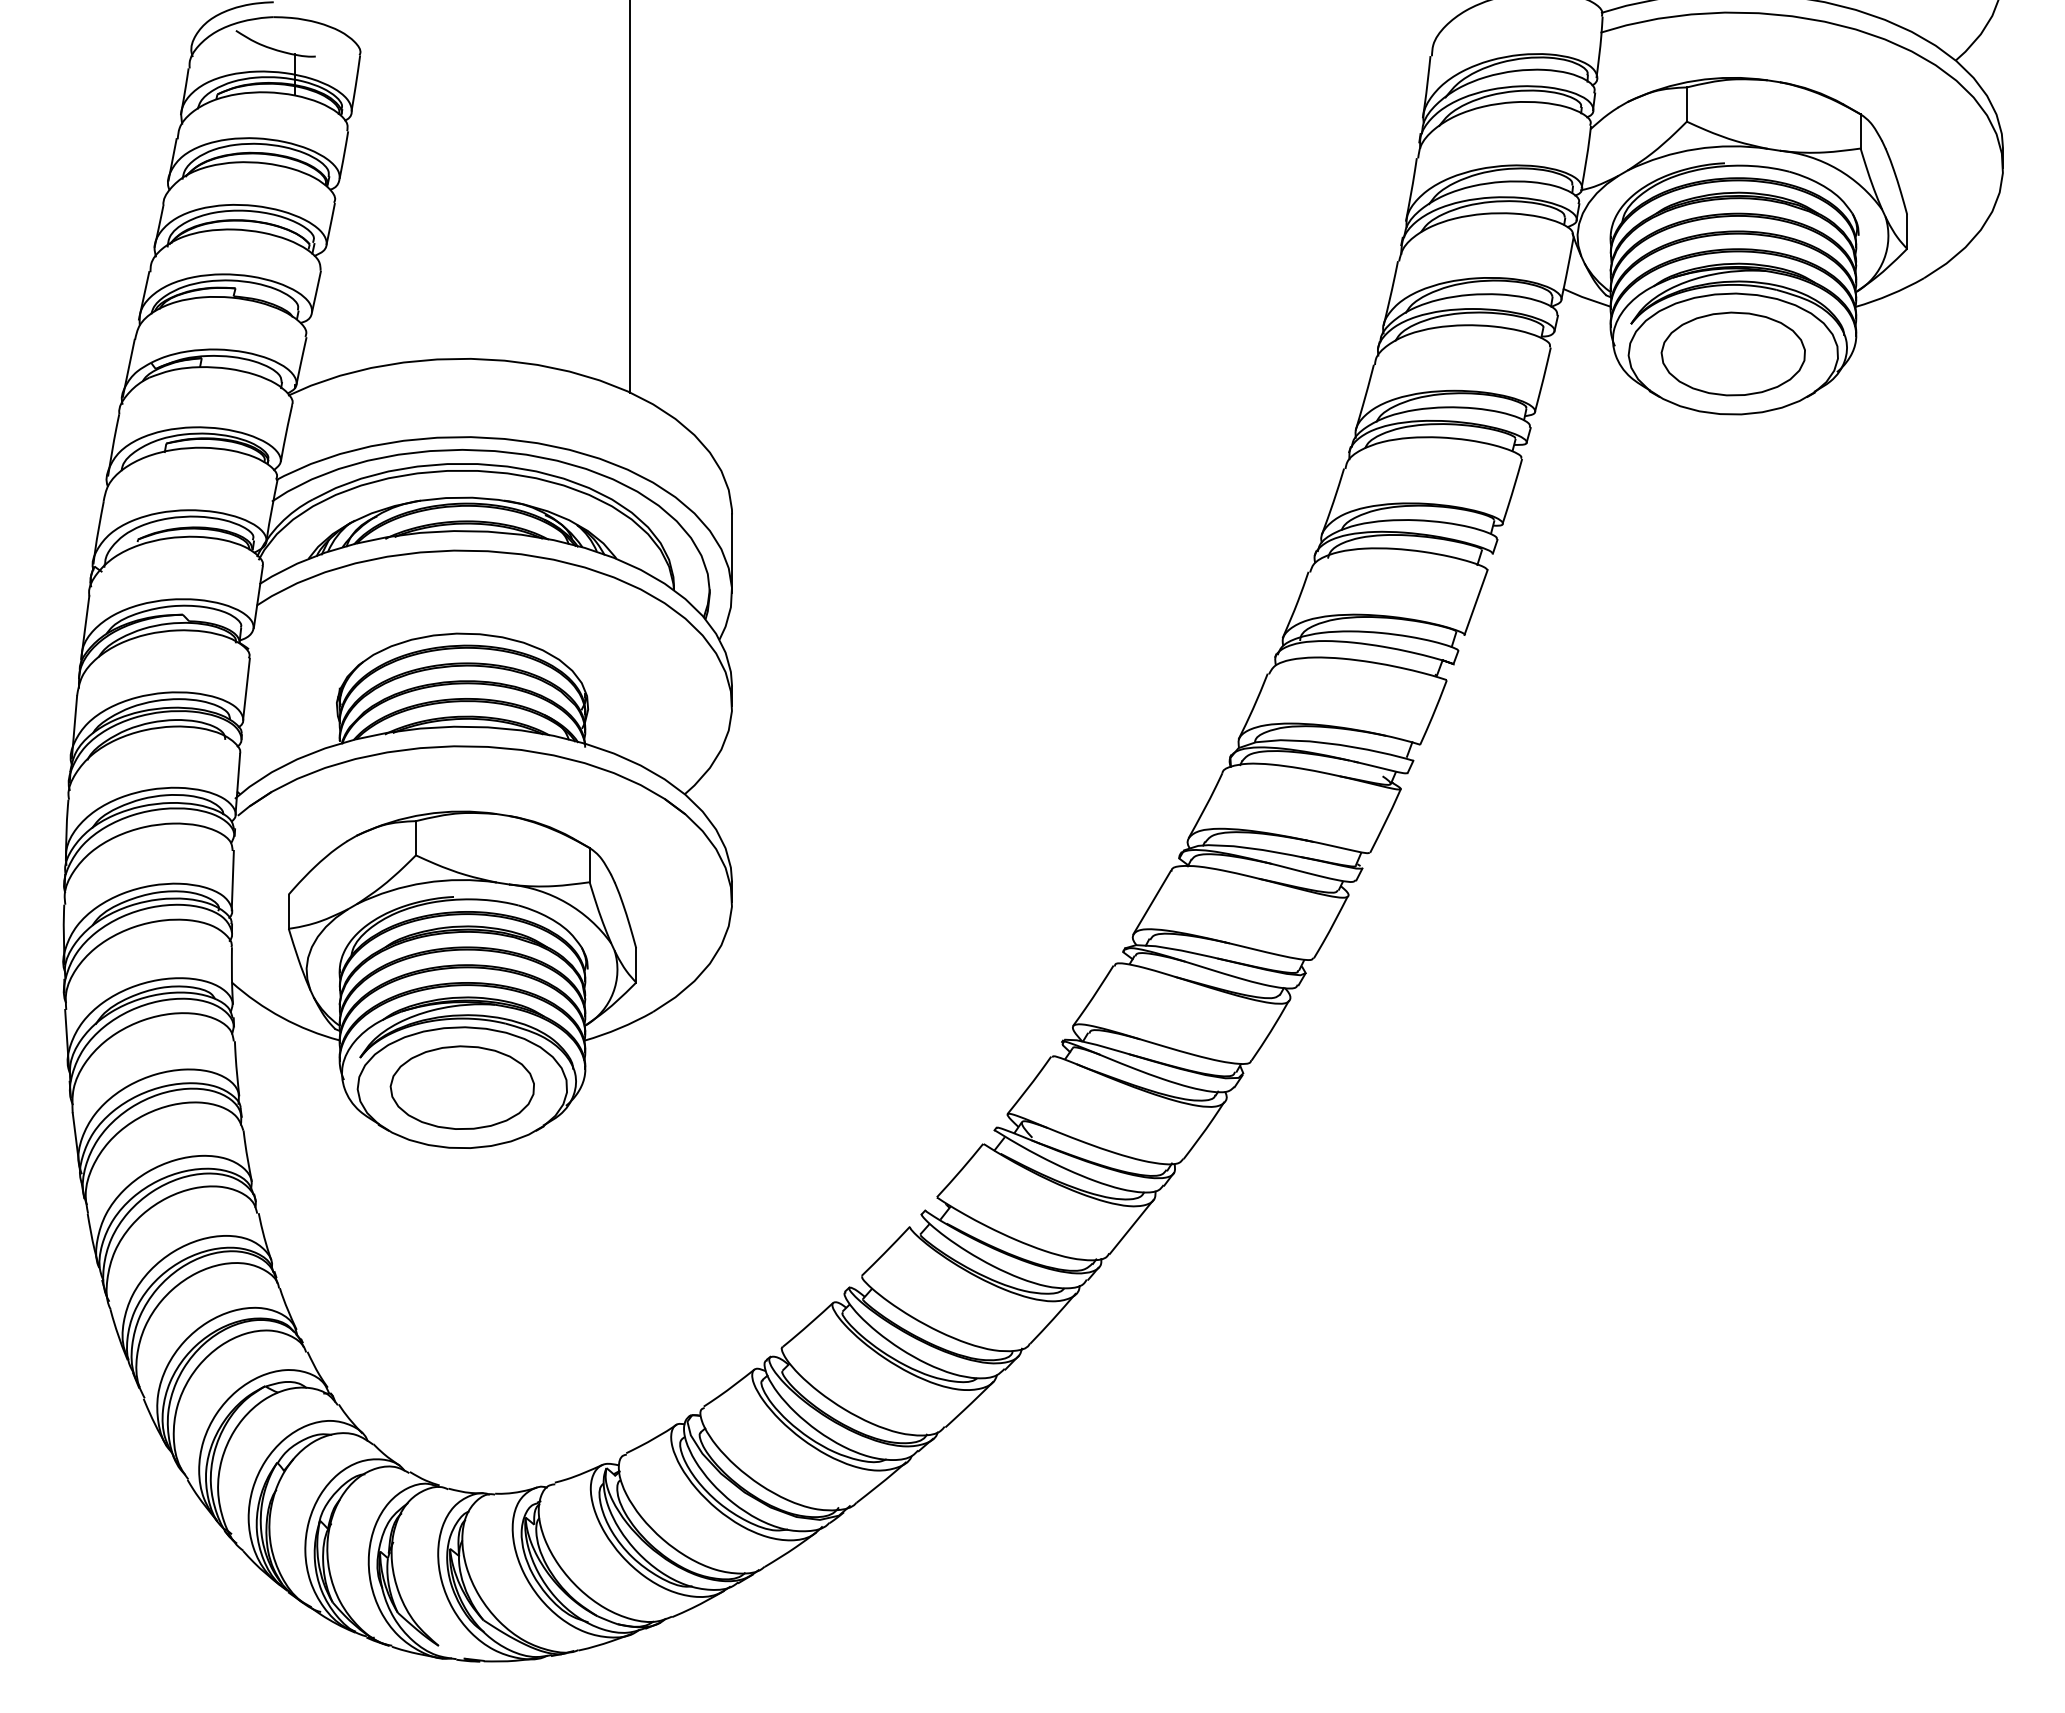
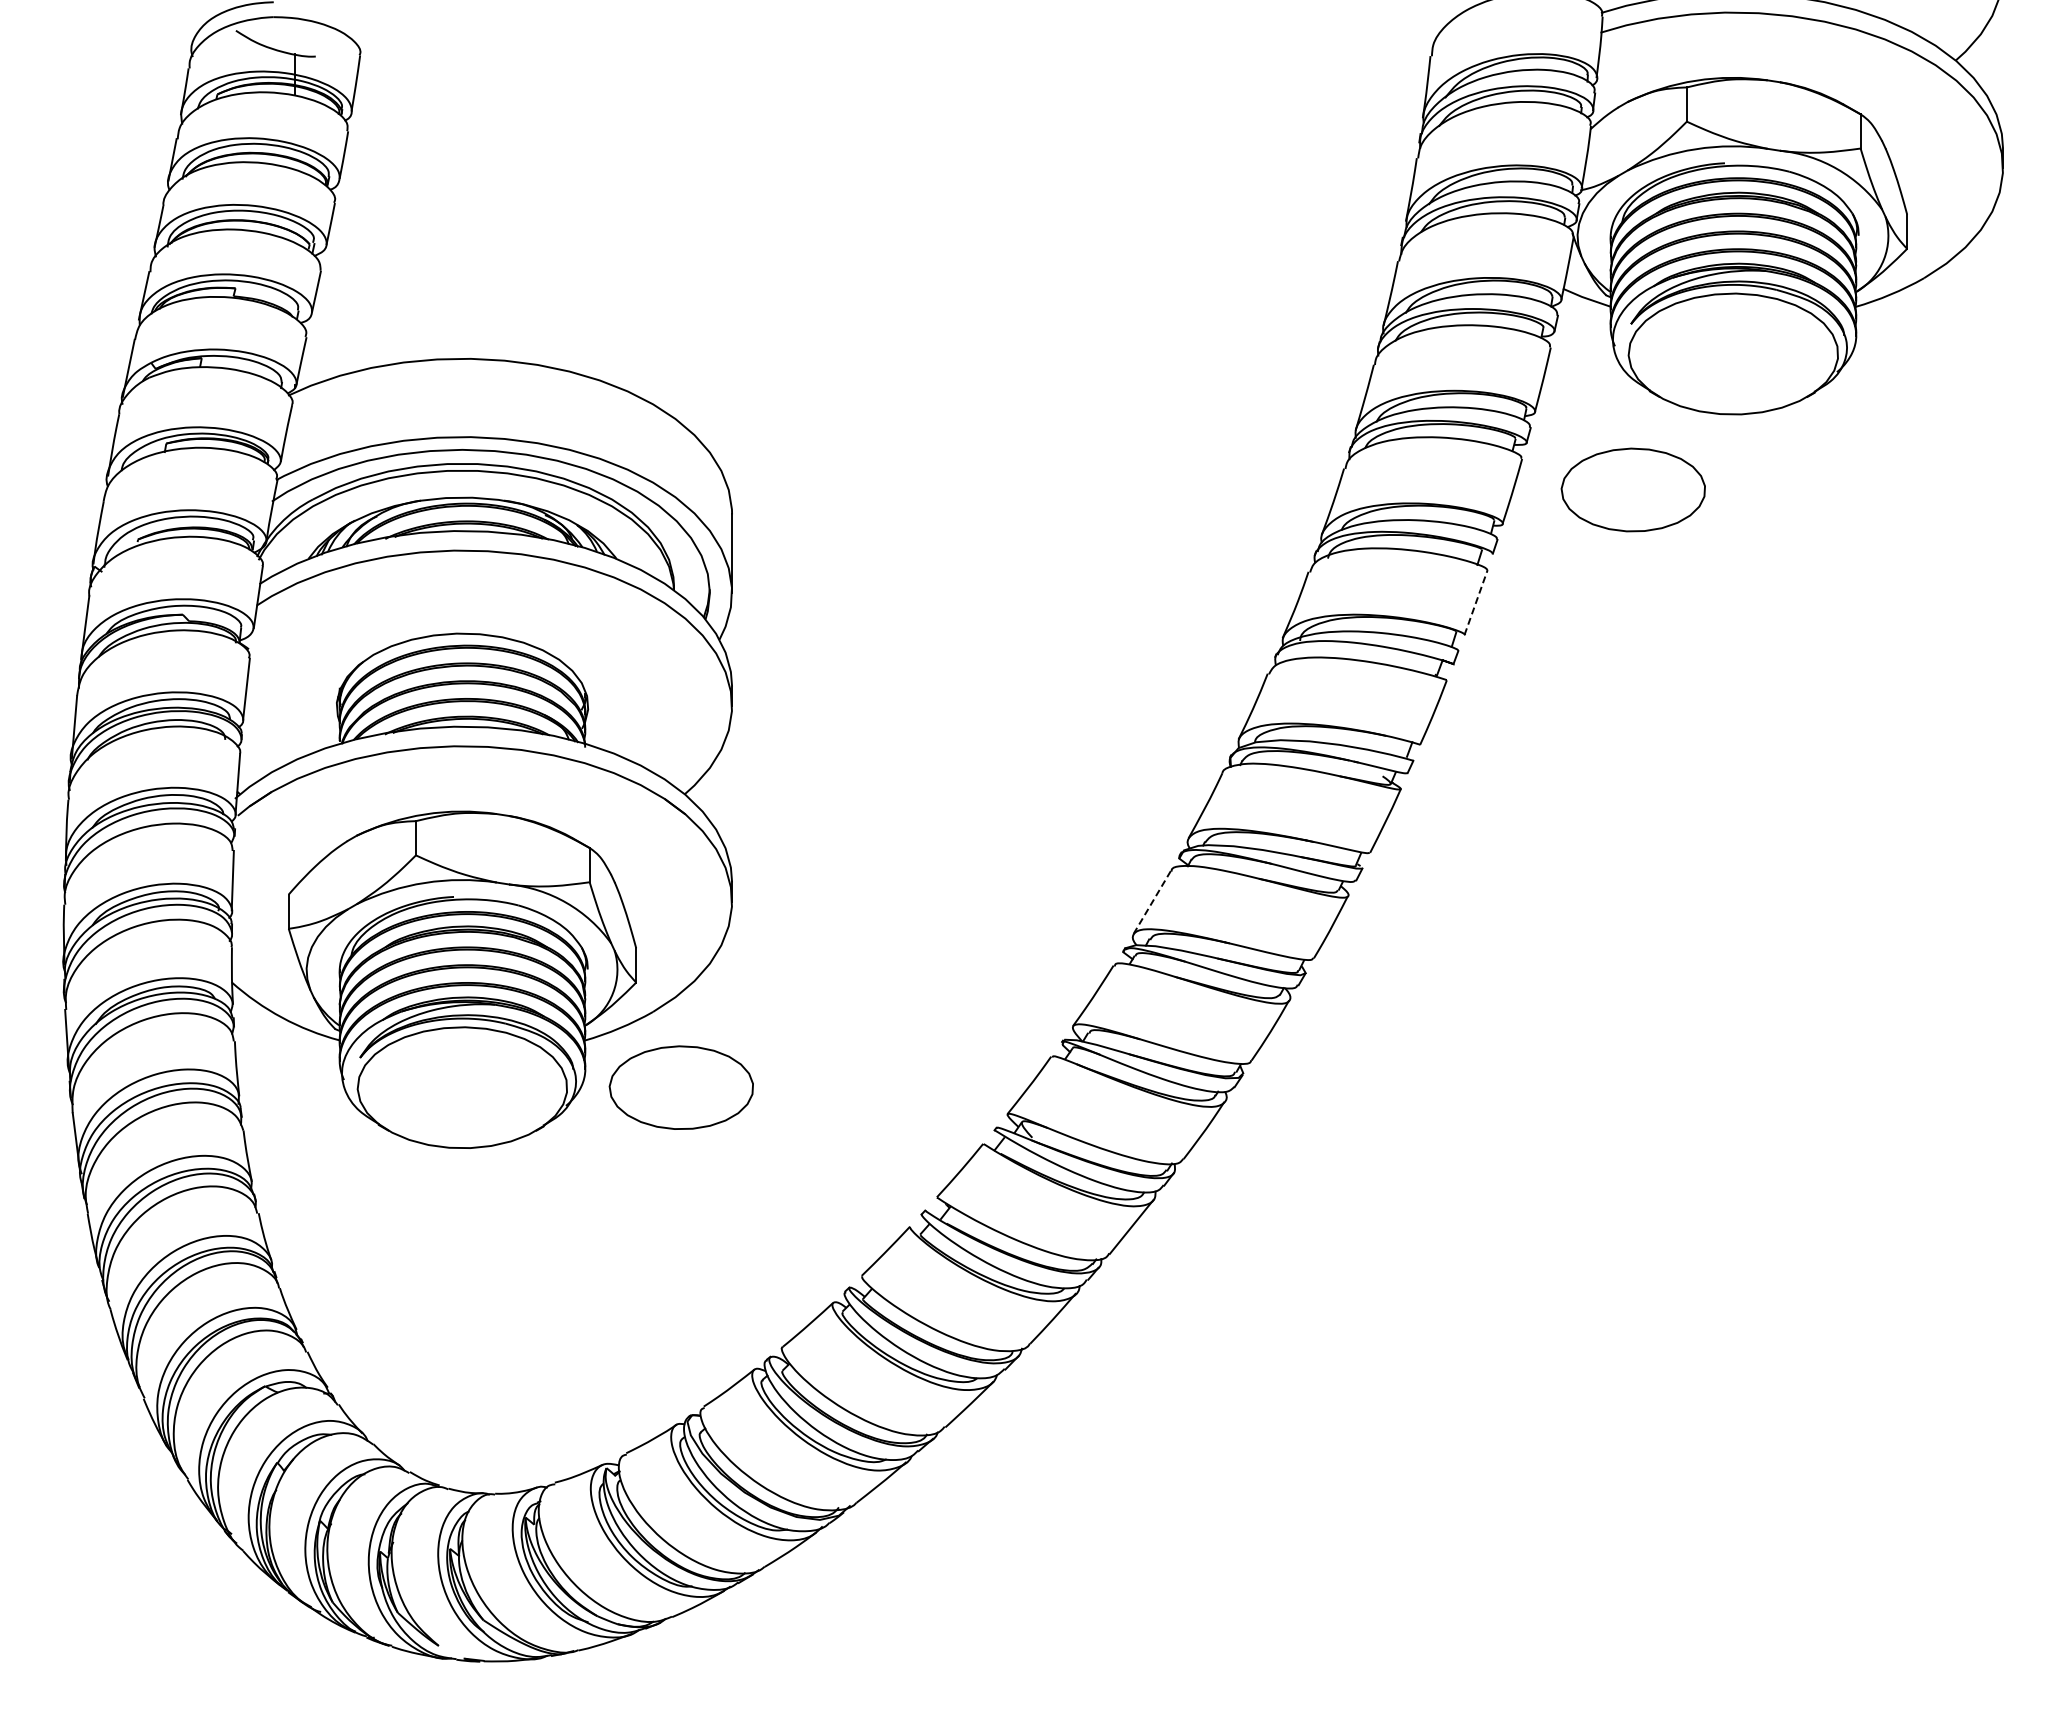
line at (630, 197): present -> none
part at (1732, 353) position: (1732, 353) -> (1632, 489)
line at (1476, 602): solid -> dashed
line at (1152, 902): solid -> dashed
part at (461, 1087) position: (461, 1087) -> (680, 1087)
